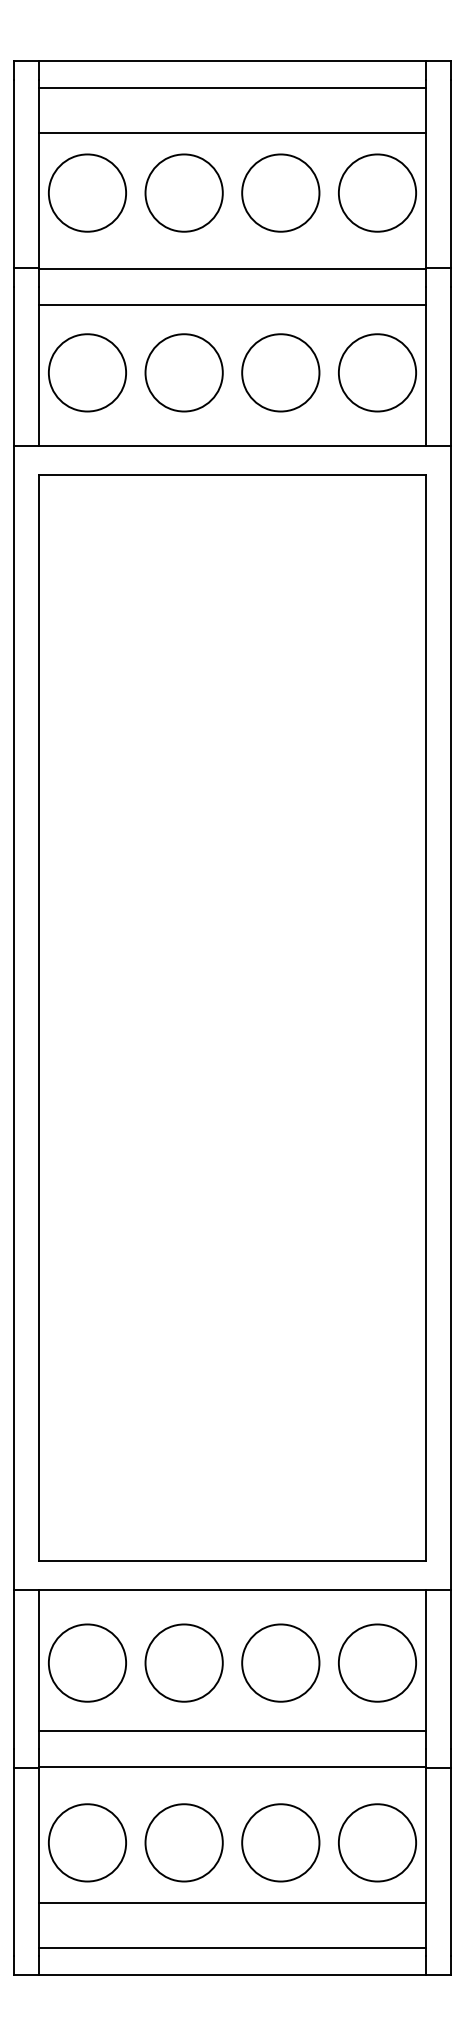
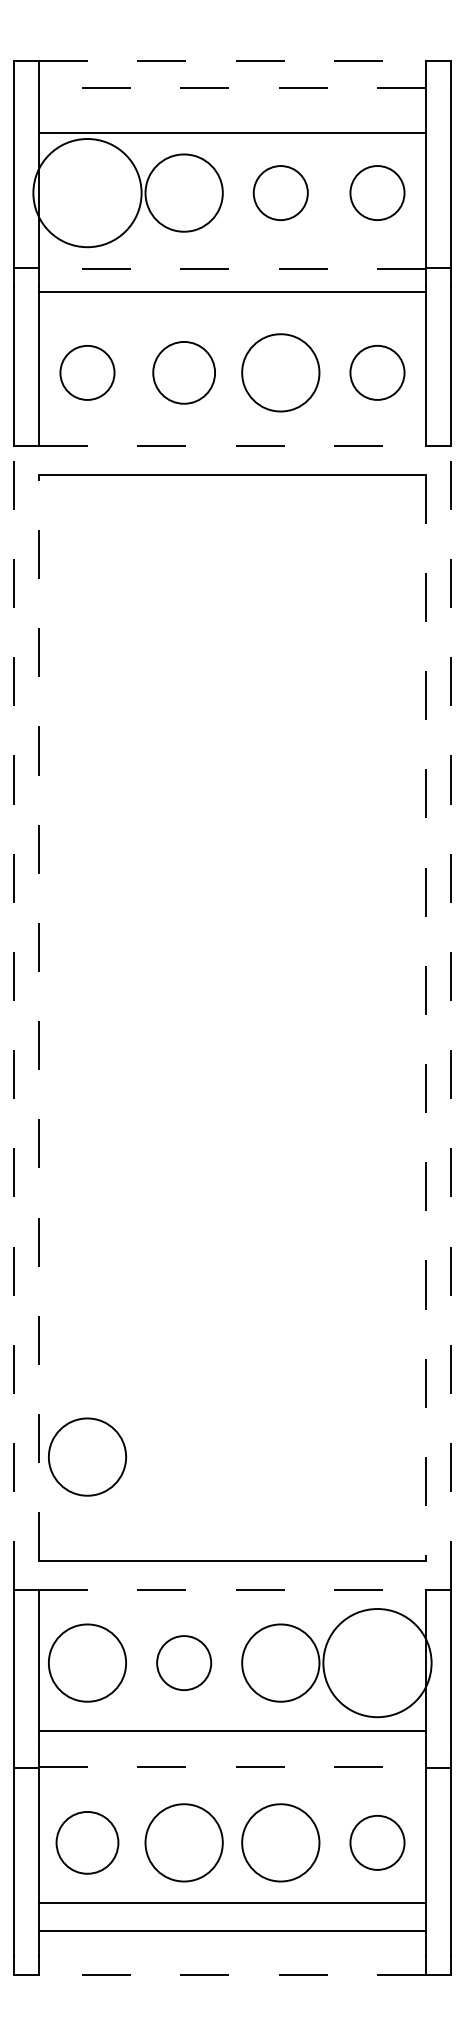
line at (232, 61): solid -> dashed
line at (232, 88): solid -> dashed
circle at (87, 192) diameter: 77 px -> 108 px
circle at (280, 192) diameter: 77 px -> 54 px
circle at (377, 192) size: 79x80 px -> 57x56 px
line at (232, 268): solid -> dashed
line at (232, 305) position: (232, 305) -> (232, 292)
circle at (87, 372) size: 79x80 px -> 57x56 px
circle at (183, 372) diameter: 77 px -> 62 px
circle at (377, 372) diameter: 77 px -> 54 px
line at (232, 445): solid -> dashed
line at (14, 1017): solid -> dashed
line at (39, 1017): solid -> dashed
line at (450, 1017): solid -> dashed
line at (425, 1018): solid -> dashed
circle at (87, 1456): none -> present
line at (232, 1590): solid -> dashed
circle at (183, 1662) diameter: 77 px -> 54 px
circle at (377, 1662) diameter: 77 px -> 108 px
line at (232, 1767): solid -> dashed
circle at (87, 1842) diameter: 77 px -> 62 px
circle at (377, 1842) diameter: 77 px -> 54 px
line at (232, 1947) position: (232, 1947) -> (232, 1930)
line at (232, 1974): solid -> dashed
